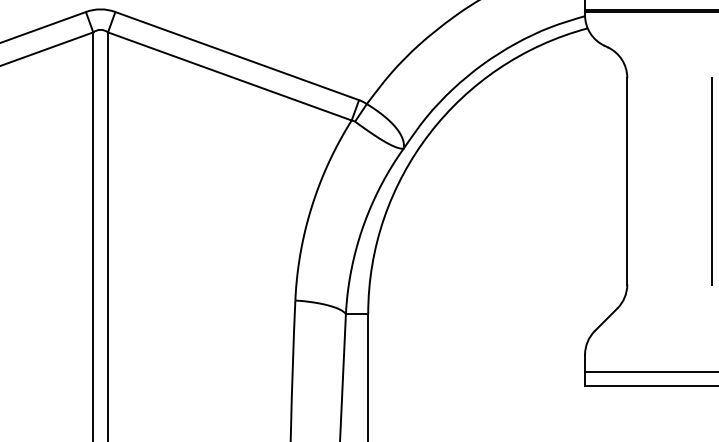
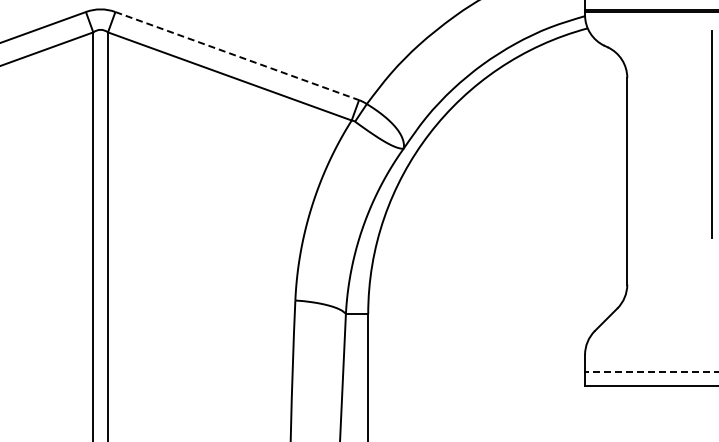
line at (237, 56): solid -> dashed
line at (711, 181) position: (711, 181) -> (711, 134)
line at (651, 372): solid -> dashed
